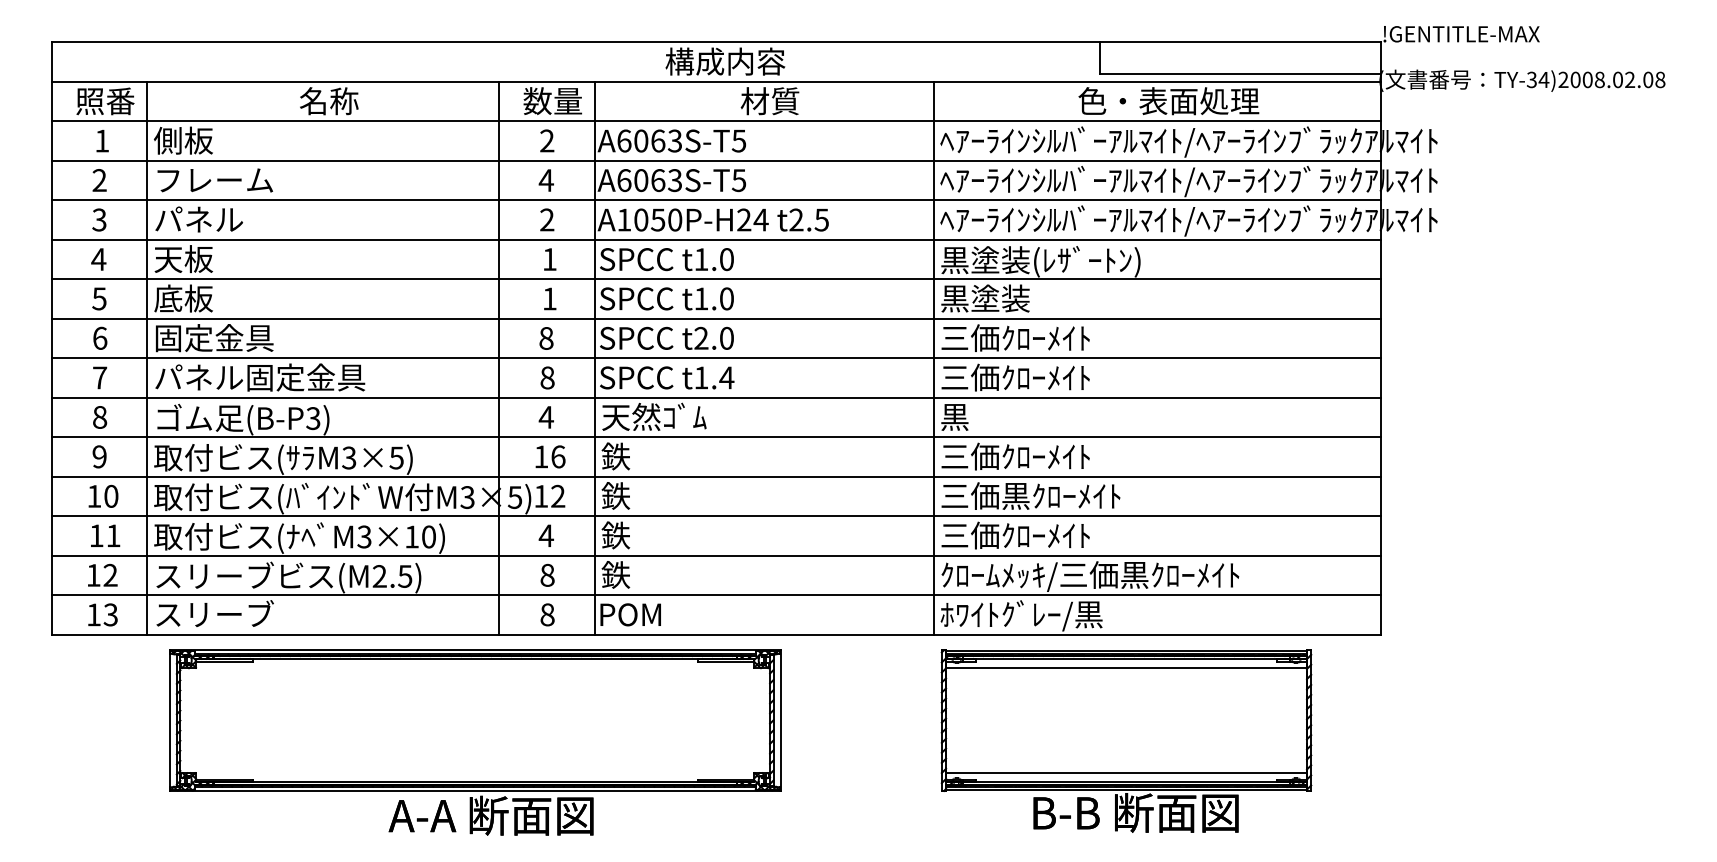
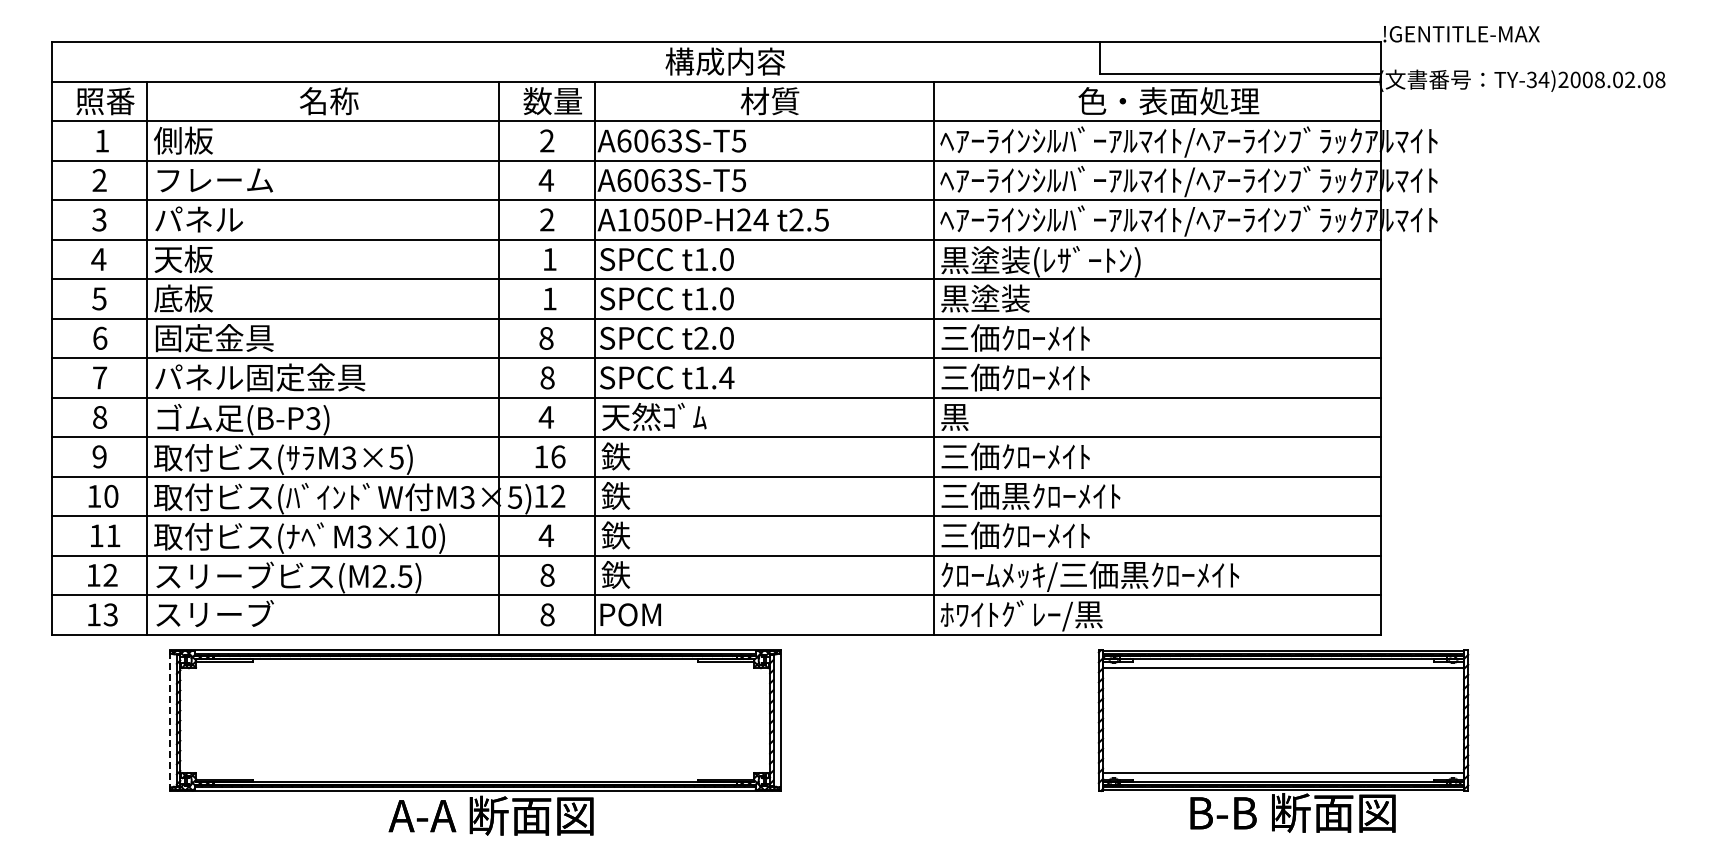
line at (169, 720): solid -> dashed
part at (1126, 740) position: (1126, 740) -> (1283, 740)
